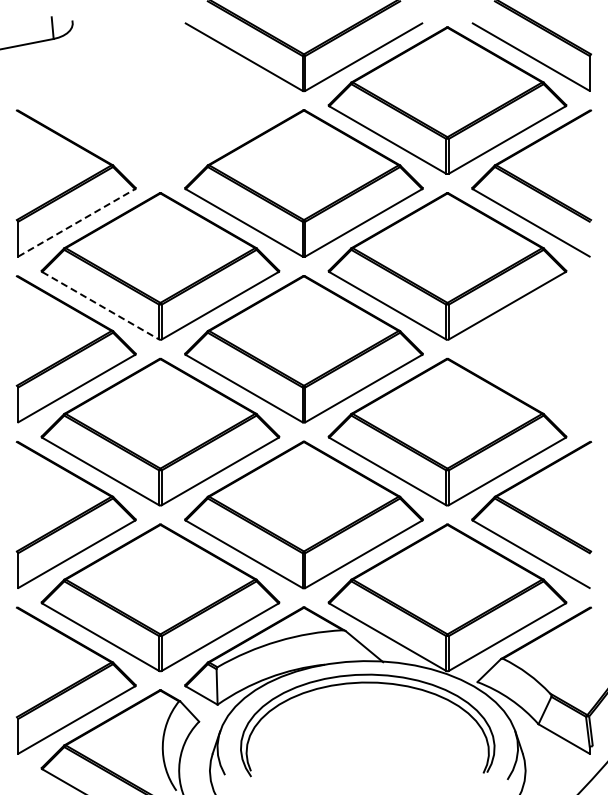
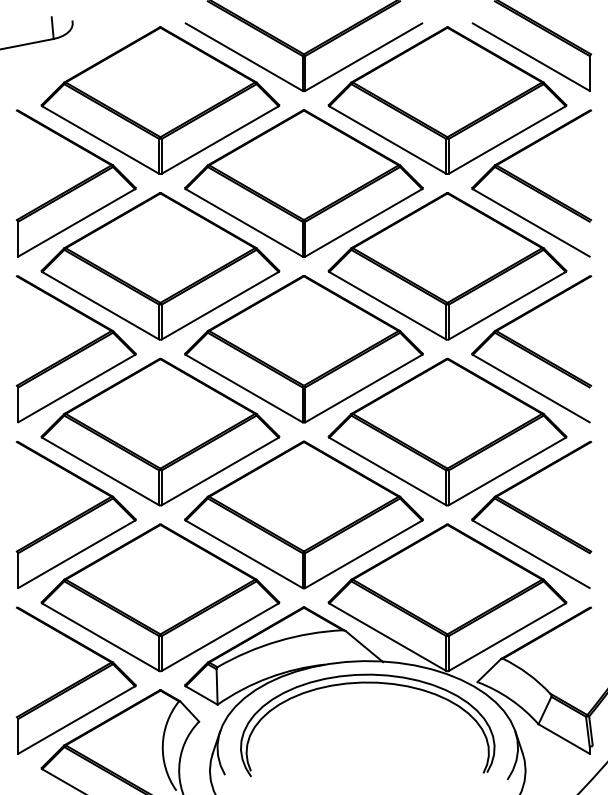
part at (160, 100): none -> present
line at (77, 222): dashed -> solid
line at (101, 305): dashed -> solid
part at (531, 349): none -> present
